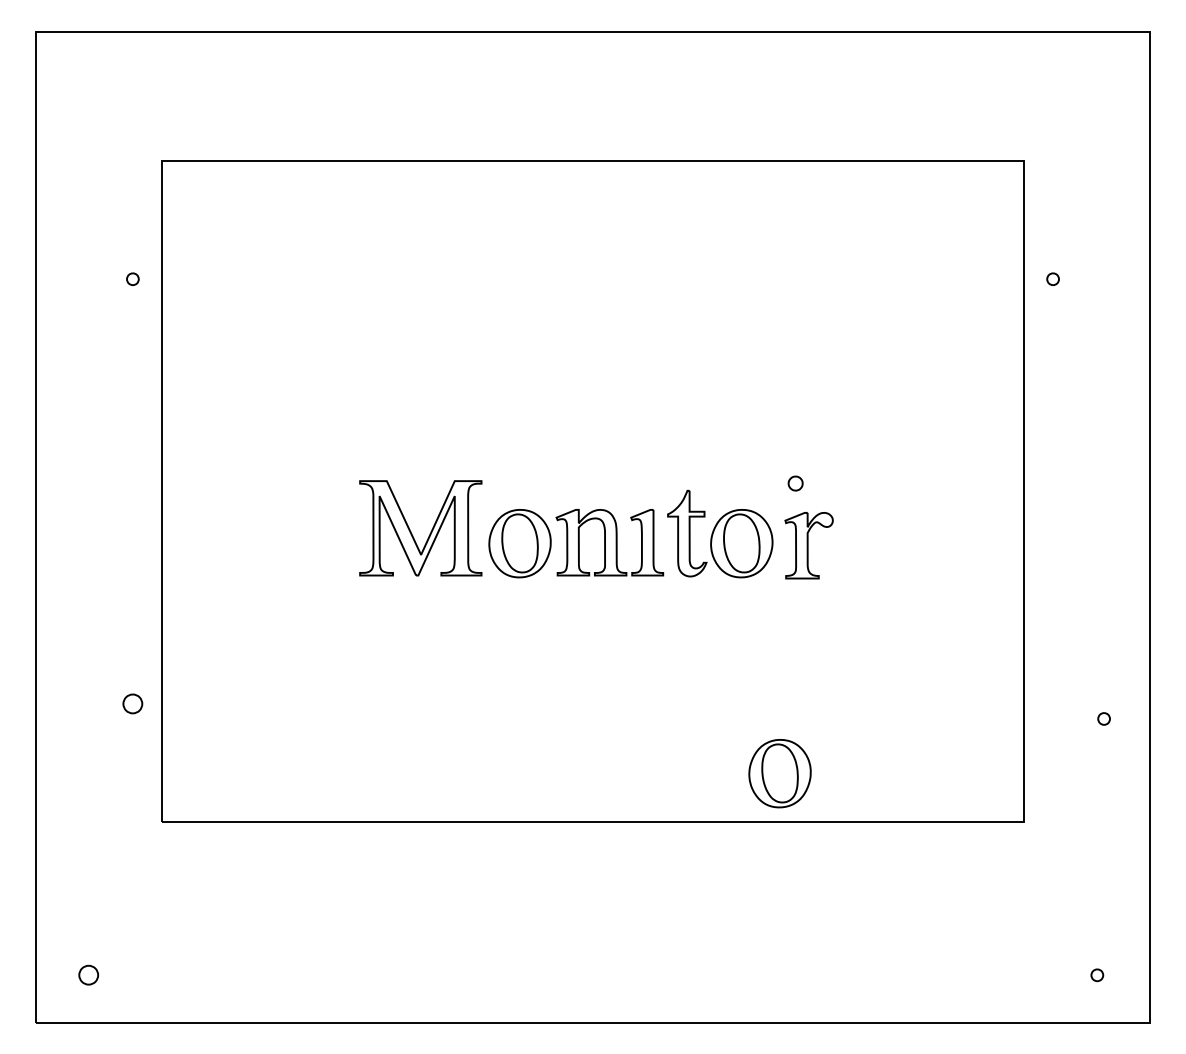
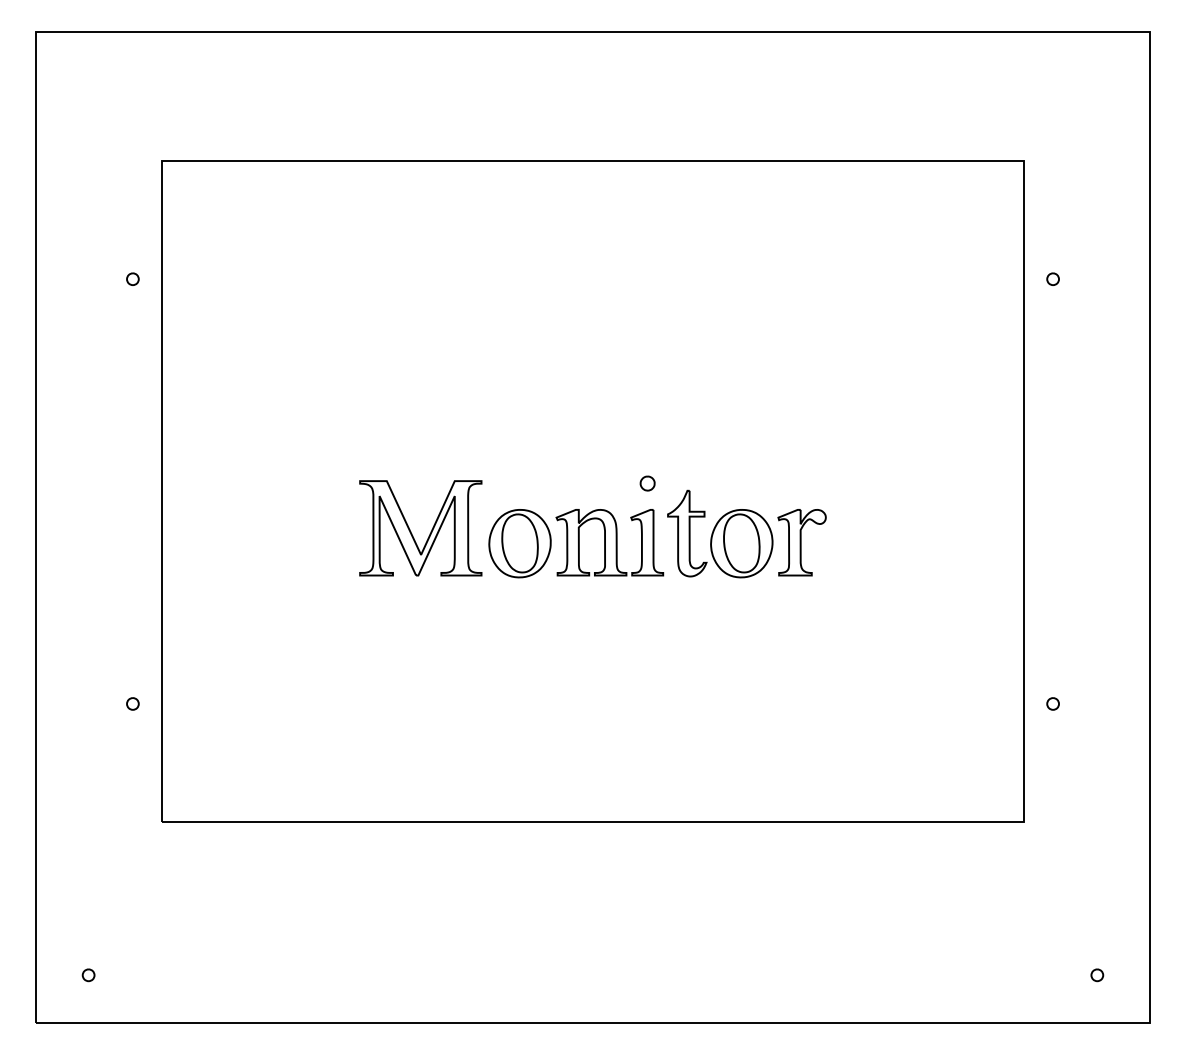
part at (795, 483) position: (795, 483) -> (647, 483)
part at (808, 545) position: (808, 545) -> (801, 542)
part at (132, 703) size: 22x22 px -> 14x14 px
part at (1103, 718) position: (1103, 718) -> (1052, 703)
part at (779, 773): present -> none
part at (88, 974) size: 21x22 px -> 15x15 px
